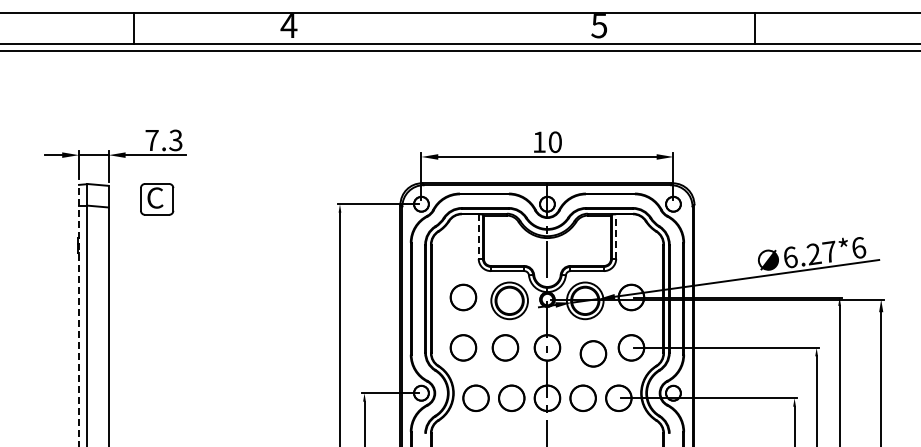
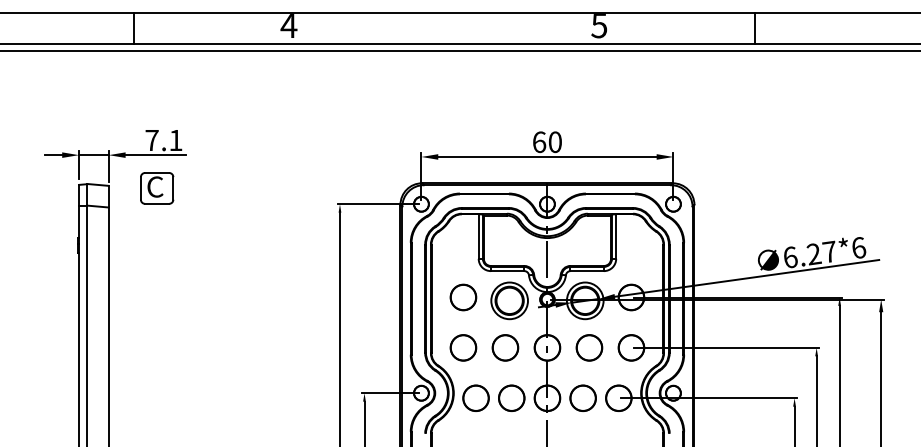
text at (175, 140): 7.3 -> 7.1
text at (539, 142): 10 -> 60
part at (157, 199) position: (157, 199) -> (157, 188)
line at (616, 236): dashed -> solid
line at (478, 237): dashed -> solid
line at (79, 315): dashed -> solid
part at (593, 353) position: (593, 353) -> (589, 347)
